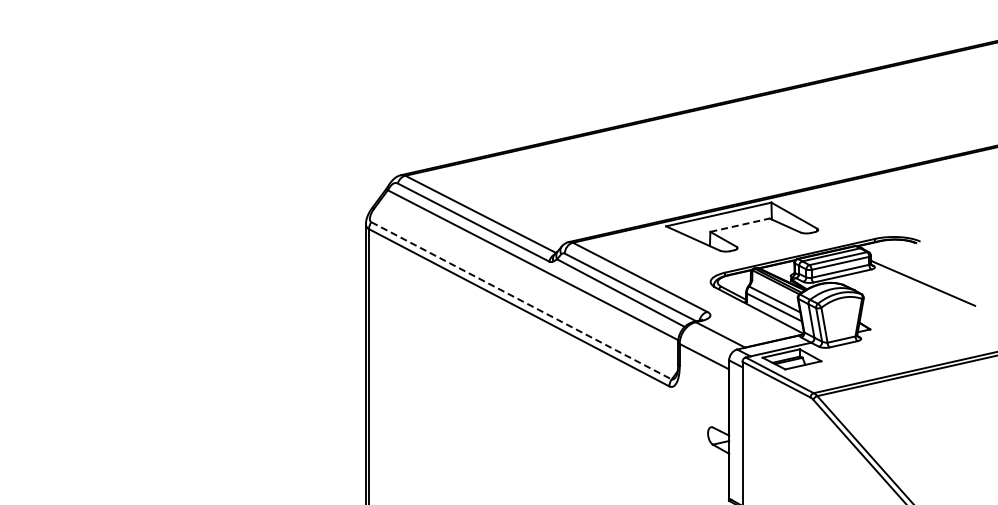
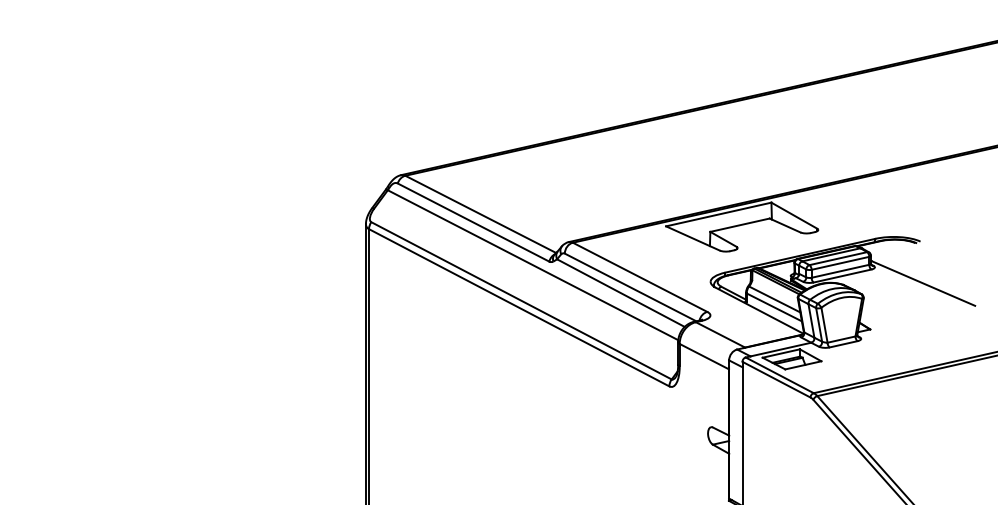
line at (740, 225): dashed -> solid
line at (521, 300): dashed -> solid
